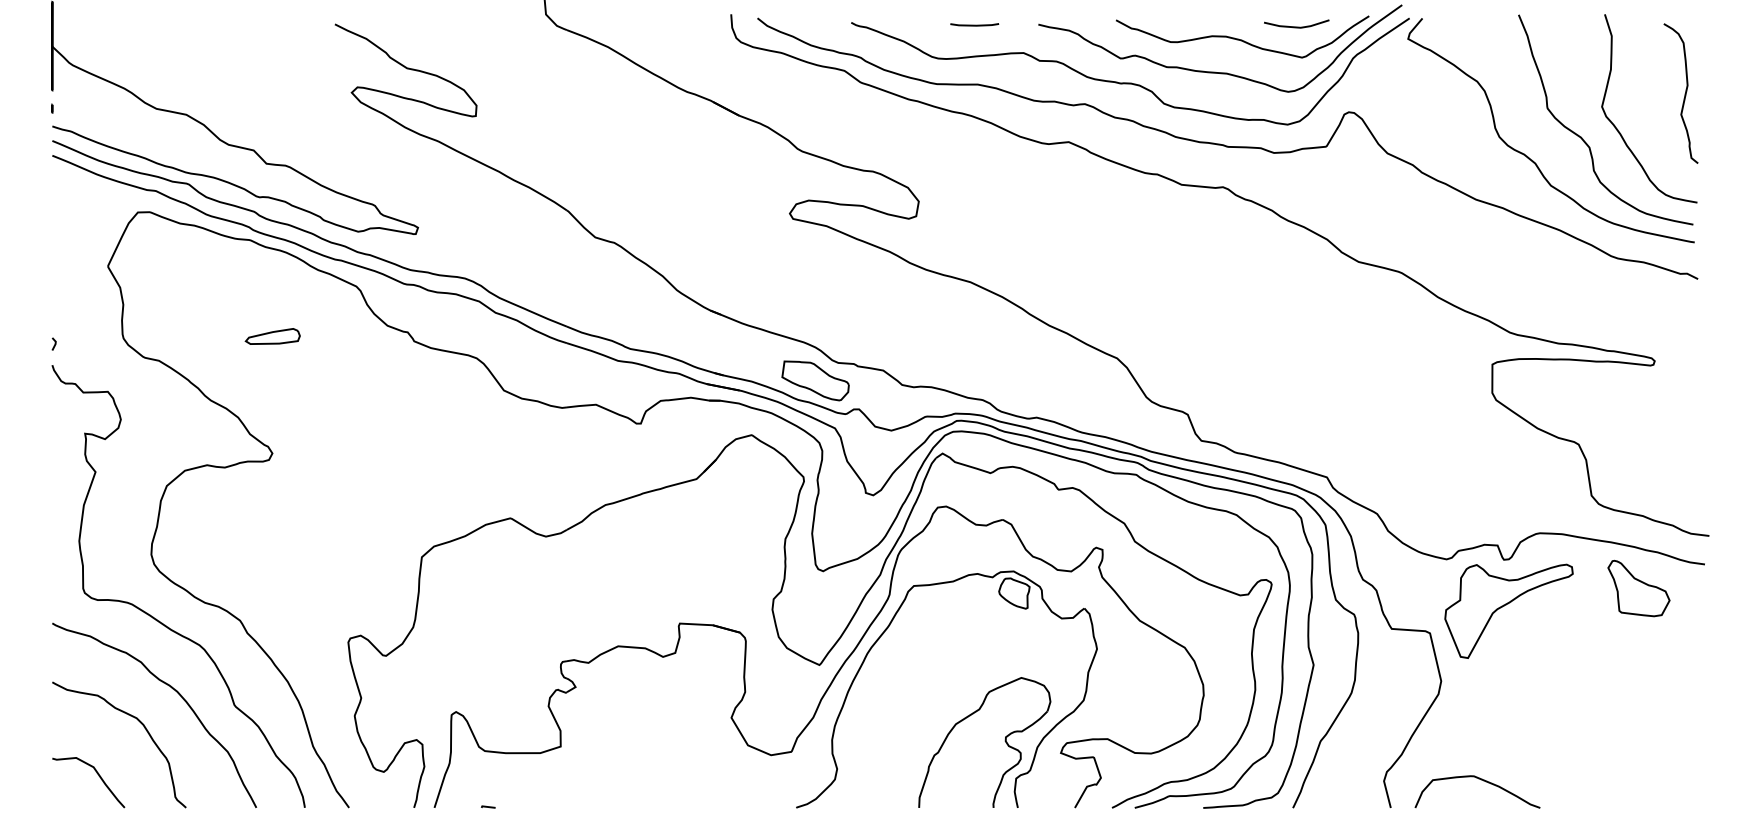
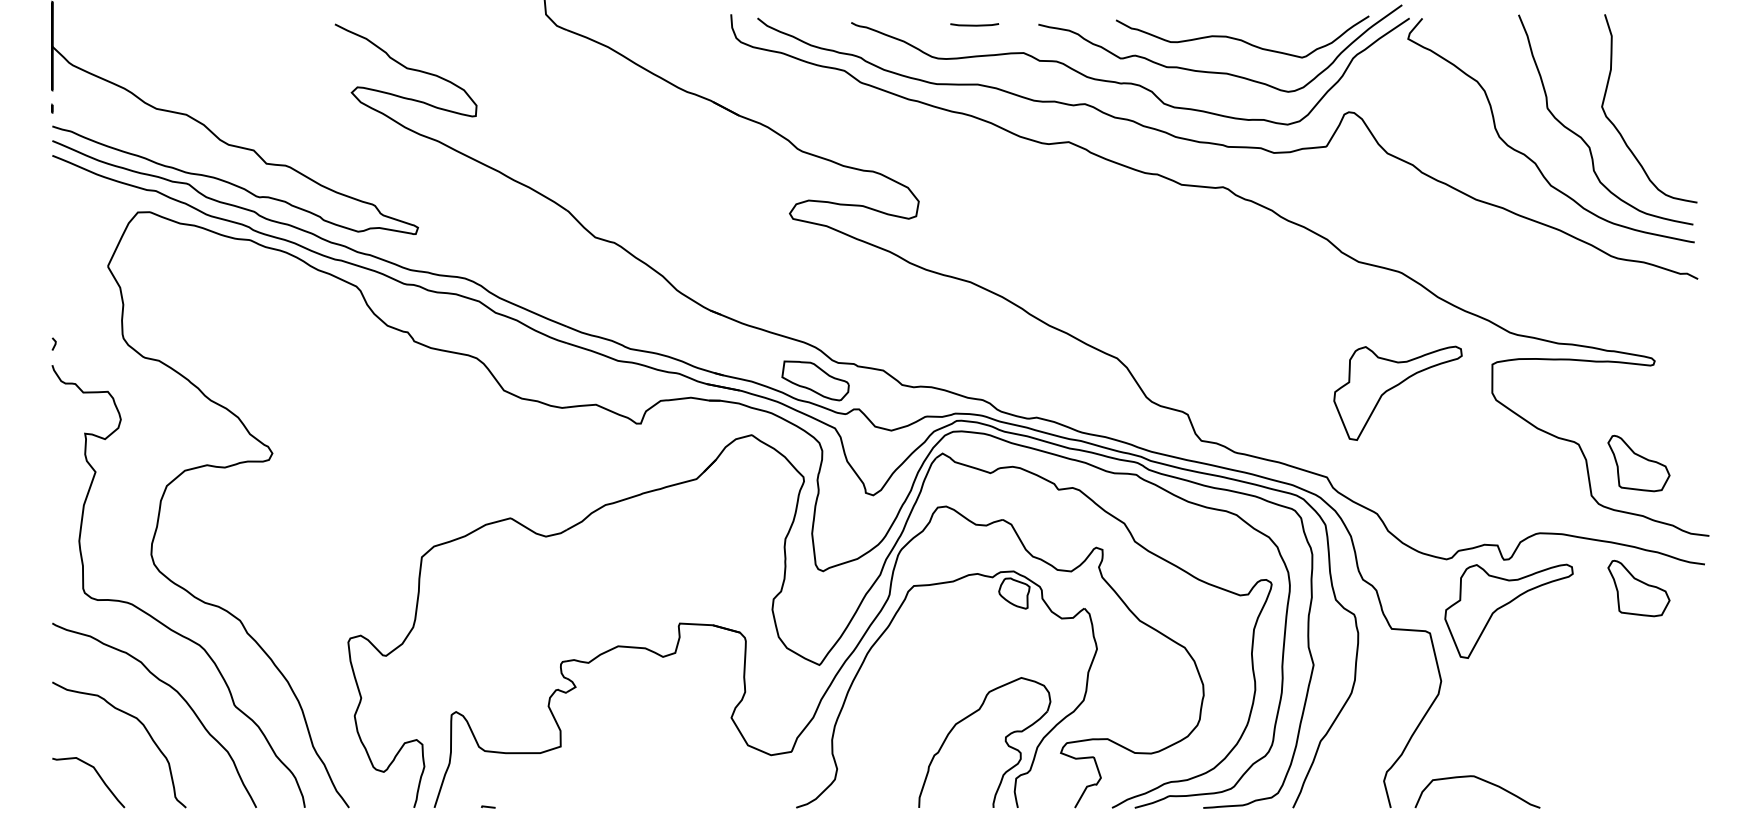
line at (1296, 26): present -> none
curve at (1684, 93): present -> none
part at (272, 336): present -> none
part at (1397, 392): none -> present
part at (1638, 463): none -> present
